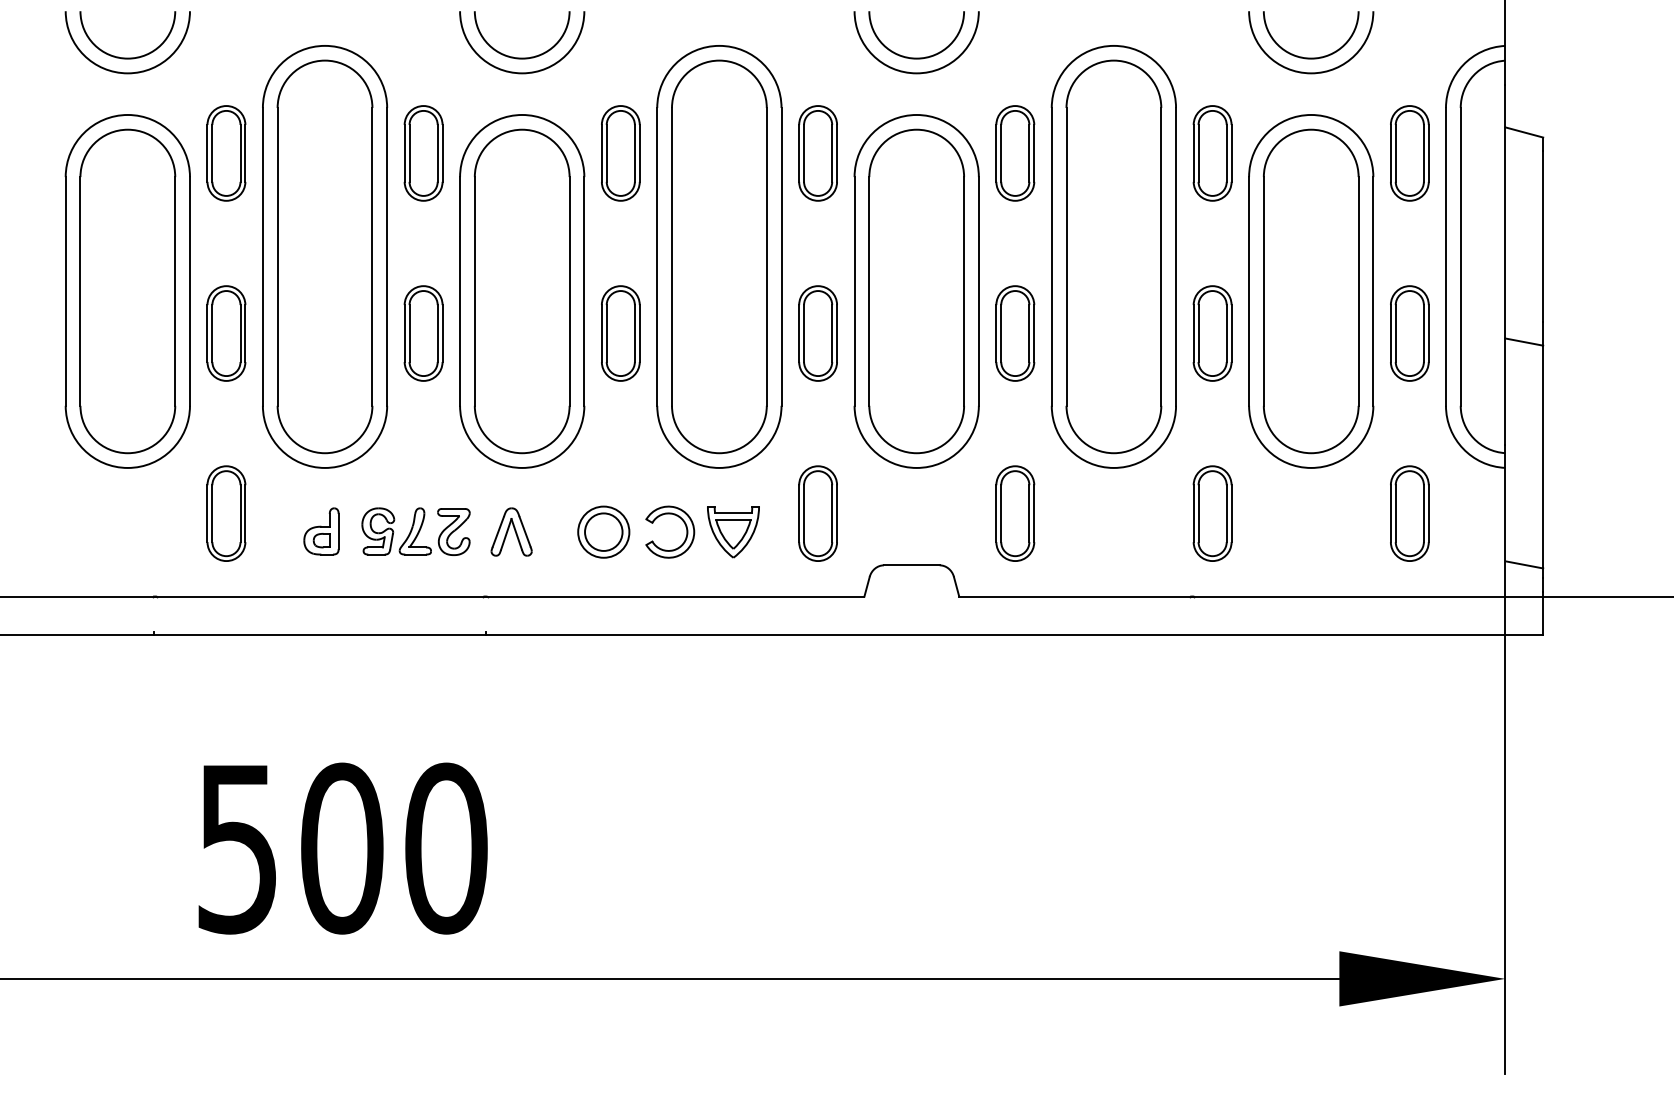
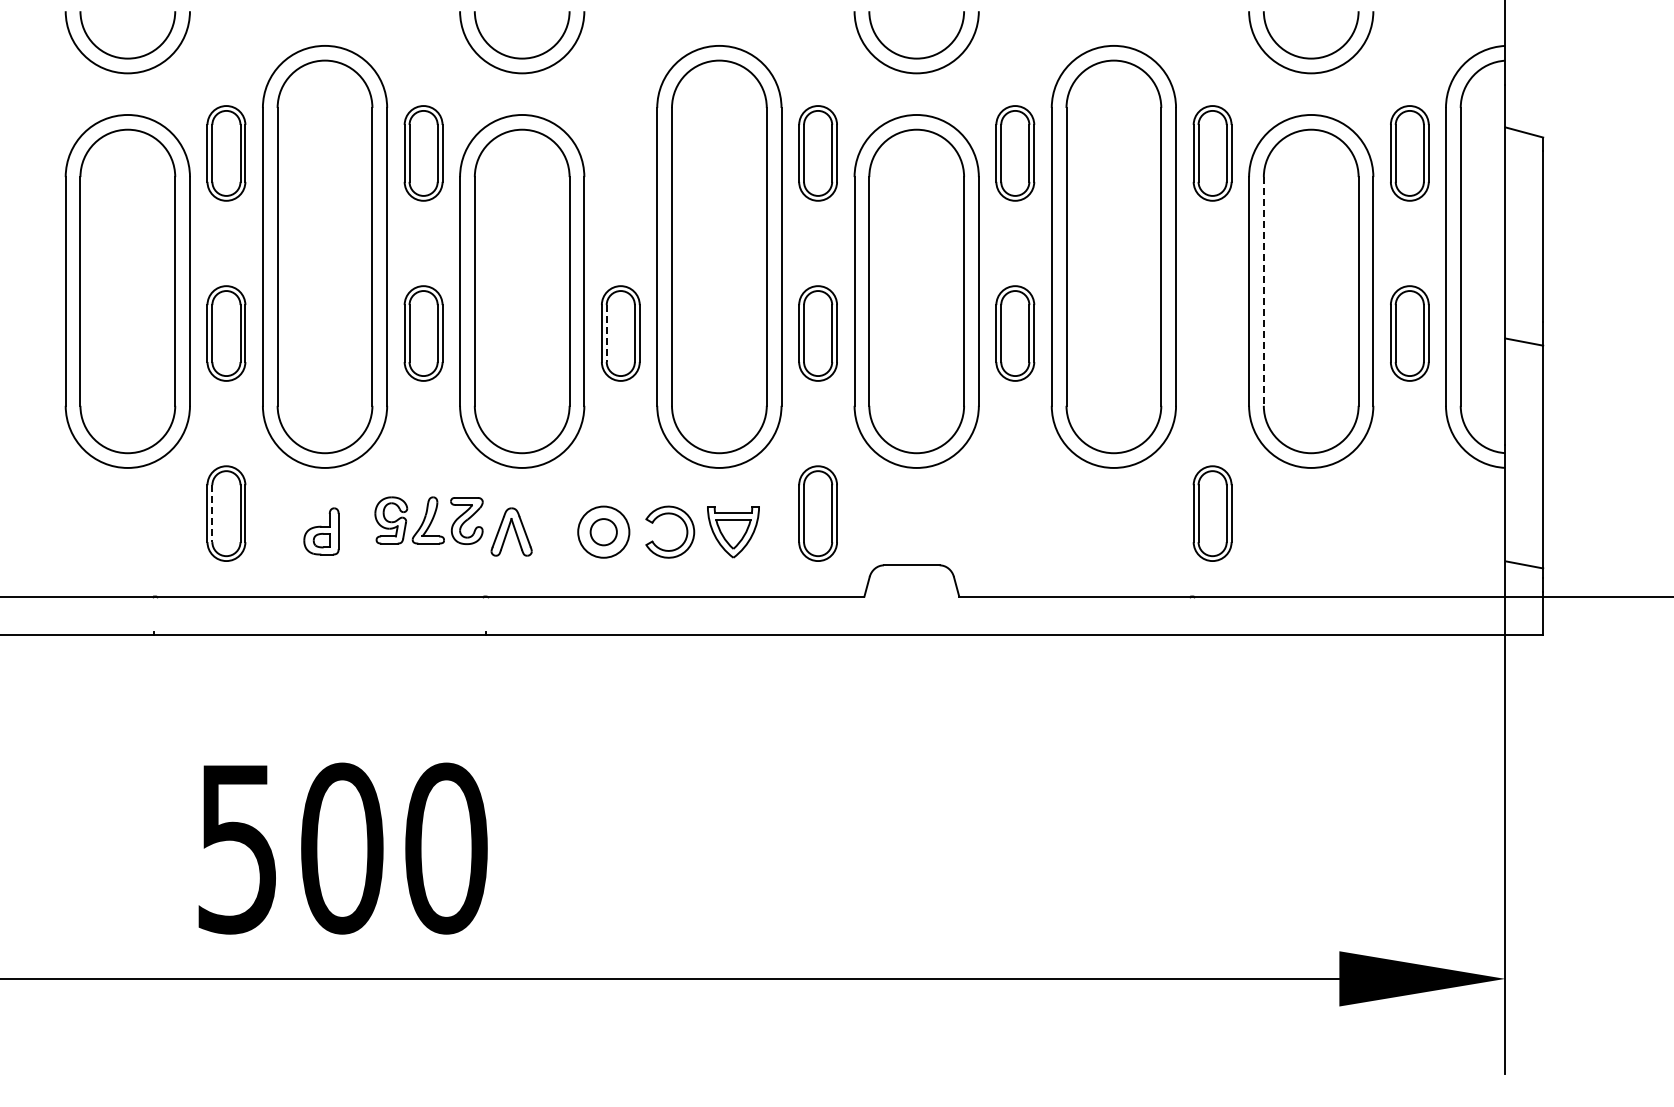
part at (620, 153): present -> none
line at (1263, 291): solid -> dashed
part at (1212, 333): present -> none
line at (606, 334): solid -> dashed
part at (1015, 513): present -> none
part at (1409, 513): present -> none
line at (212, 514): solid -> dashed
part at (415, 531) position: (415, 531) -> (428, 520)
circle at (603, 531) diameter: 38 px -> 26 px
